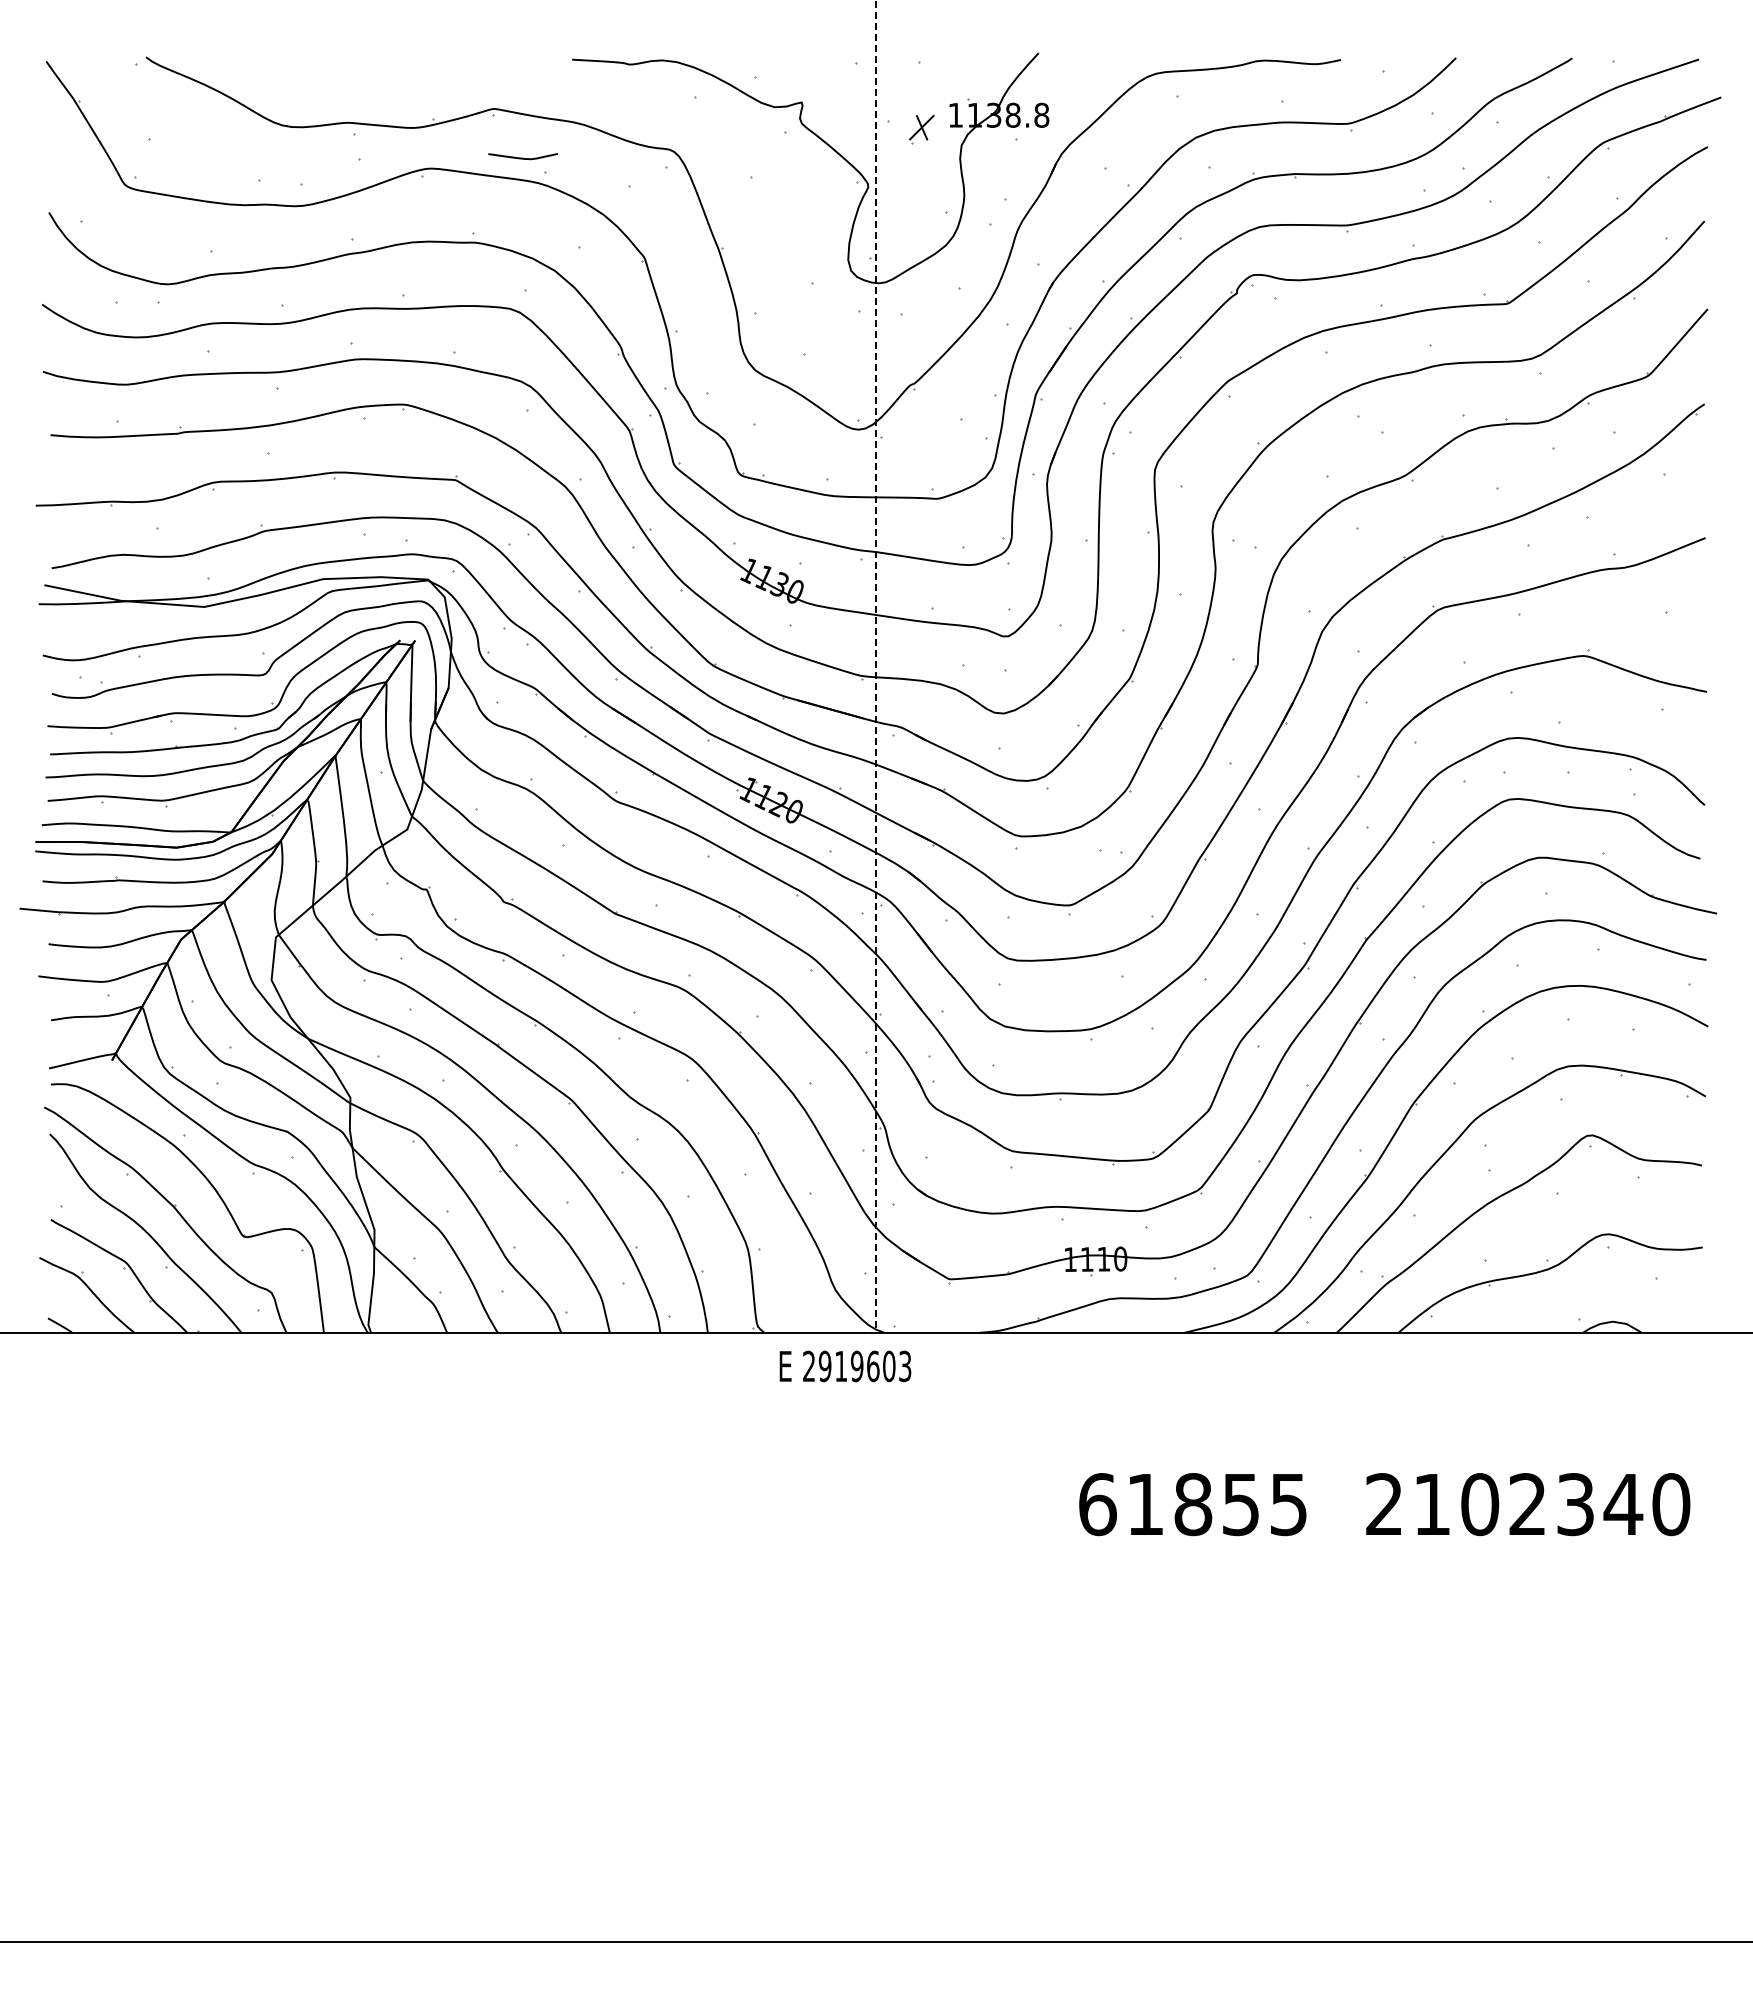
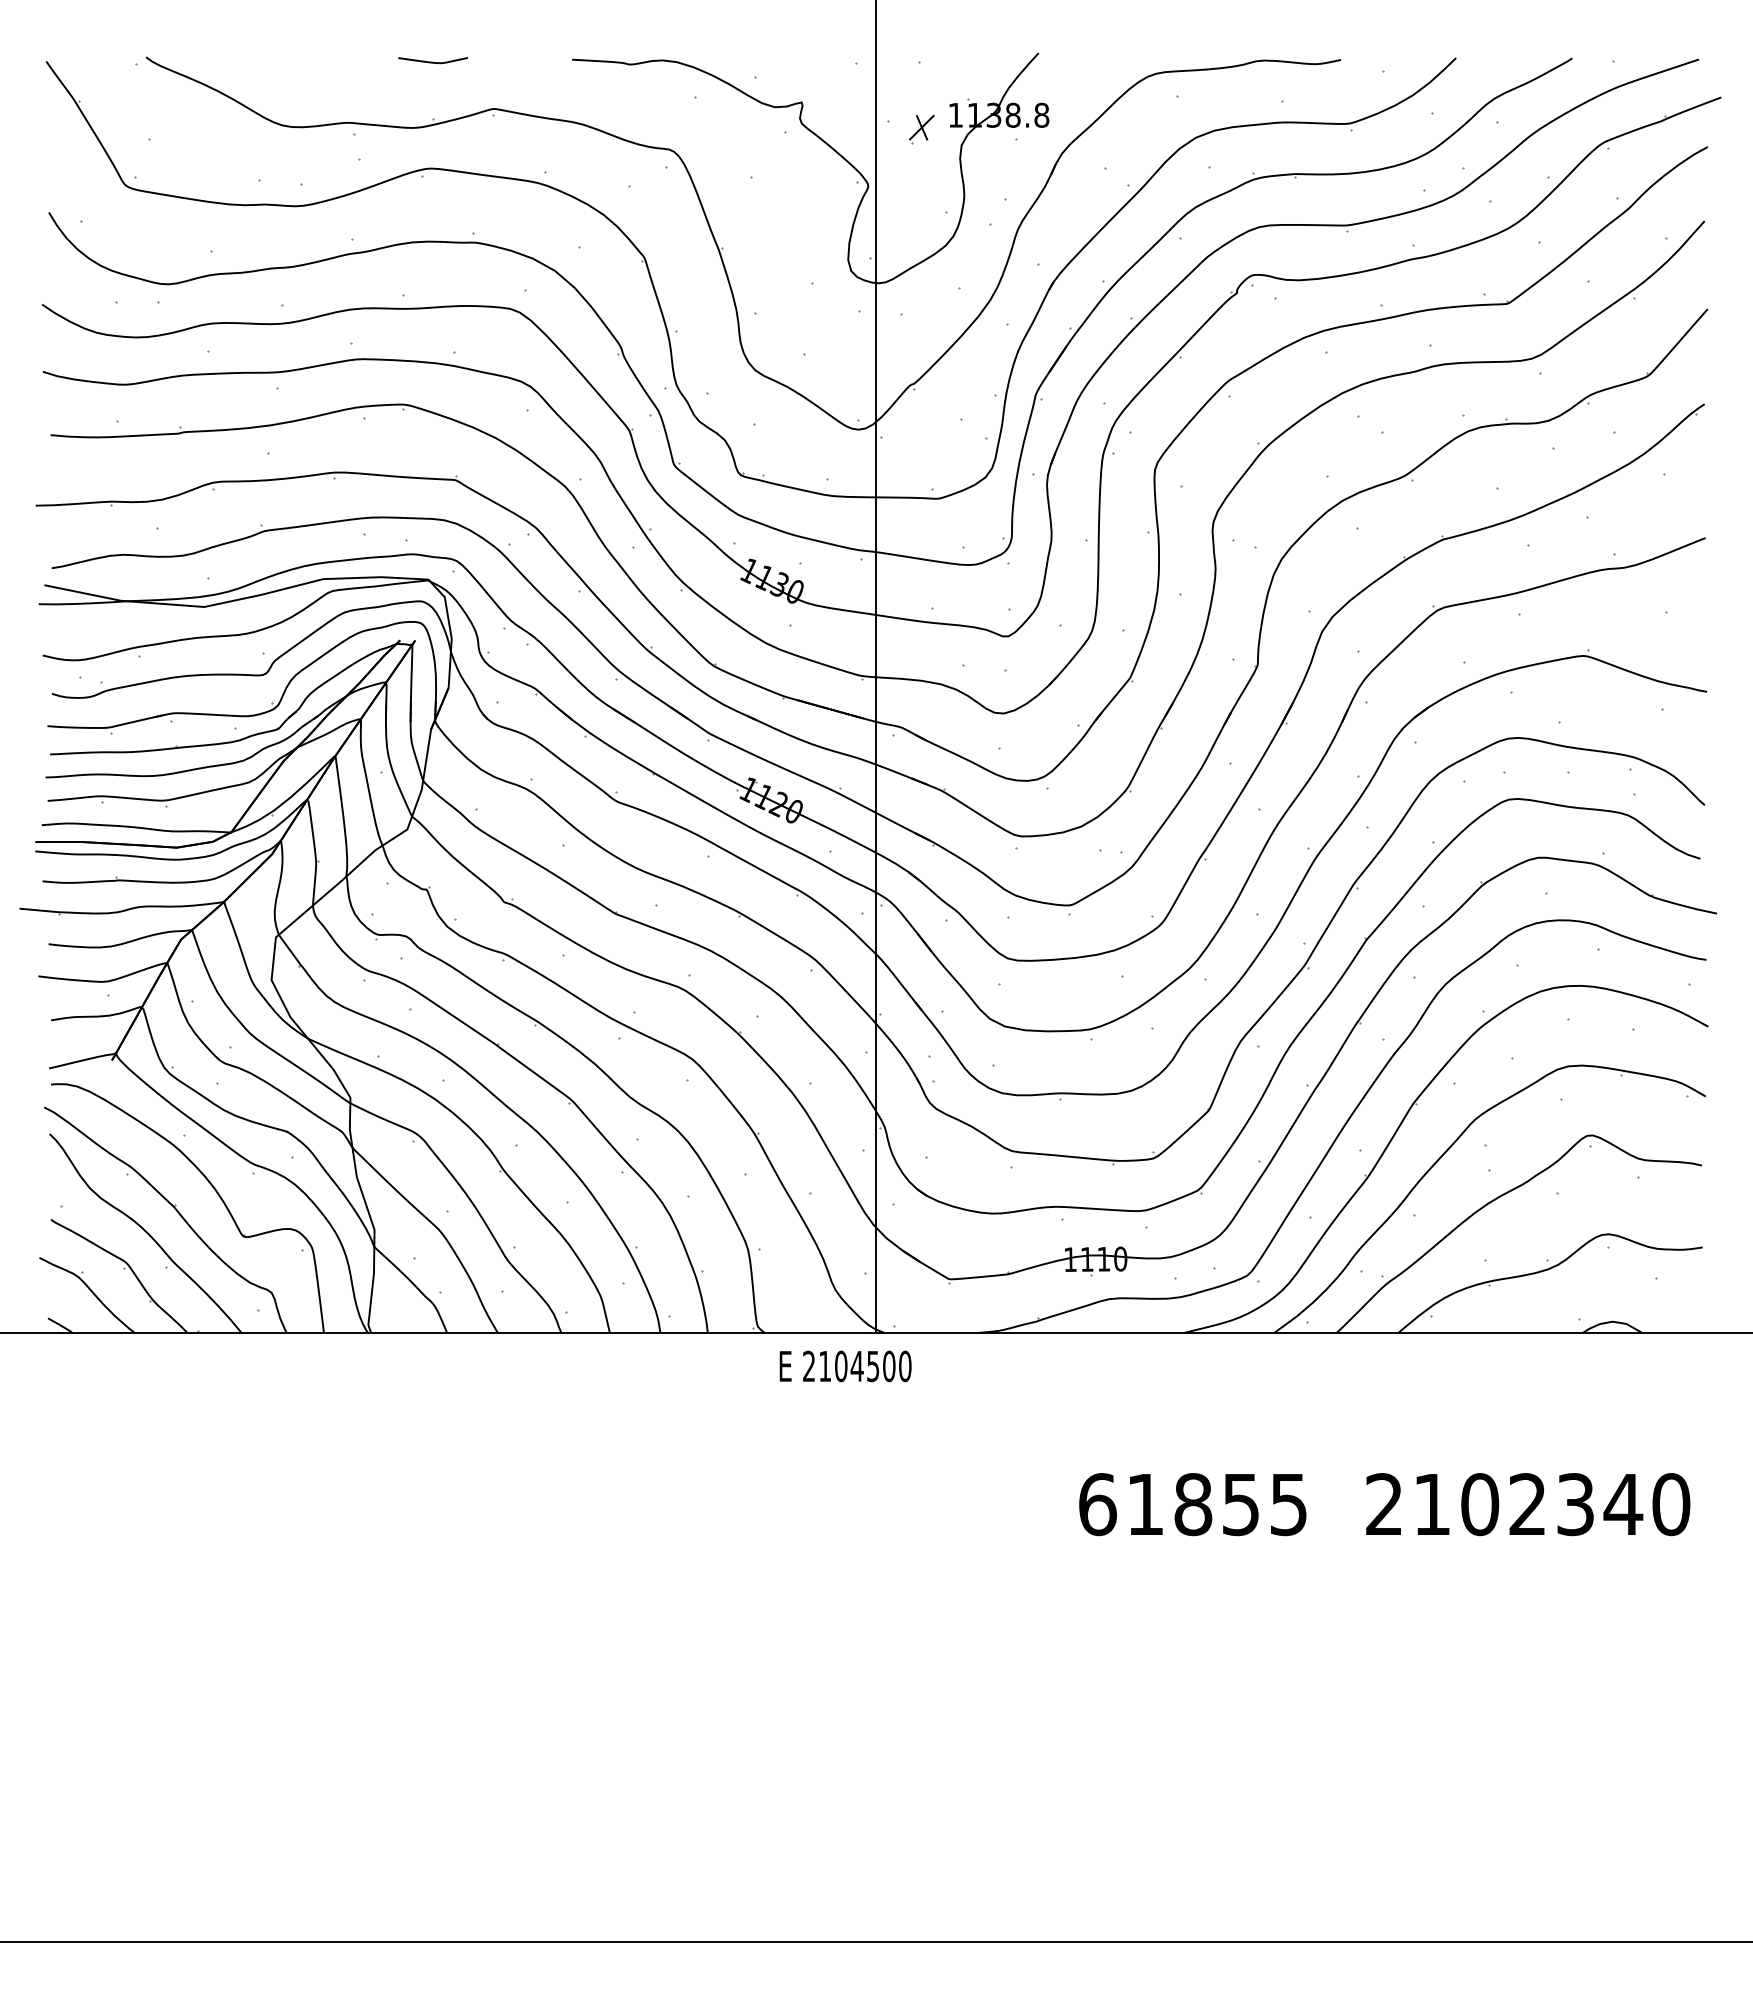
curve at (522, 157) position: (522, 157) -> (432, 61)
line at (876, 666): dashed -> solid
text at (864, 1366): 2919603 -> 2104500
